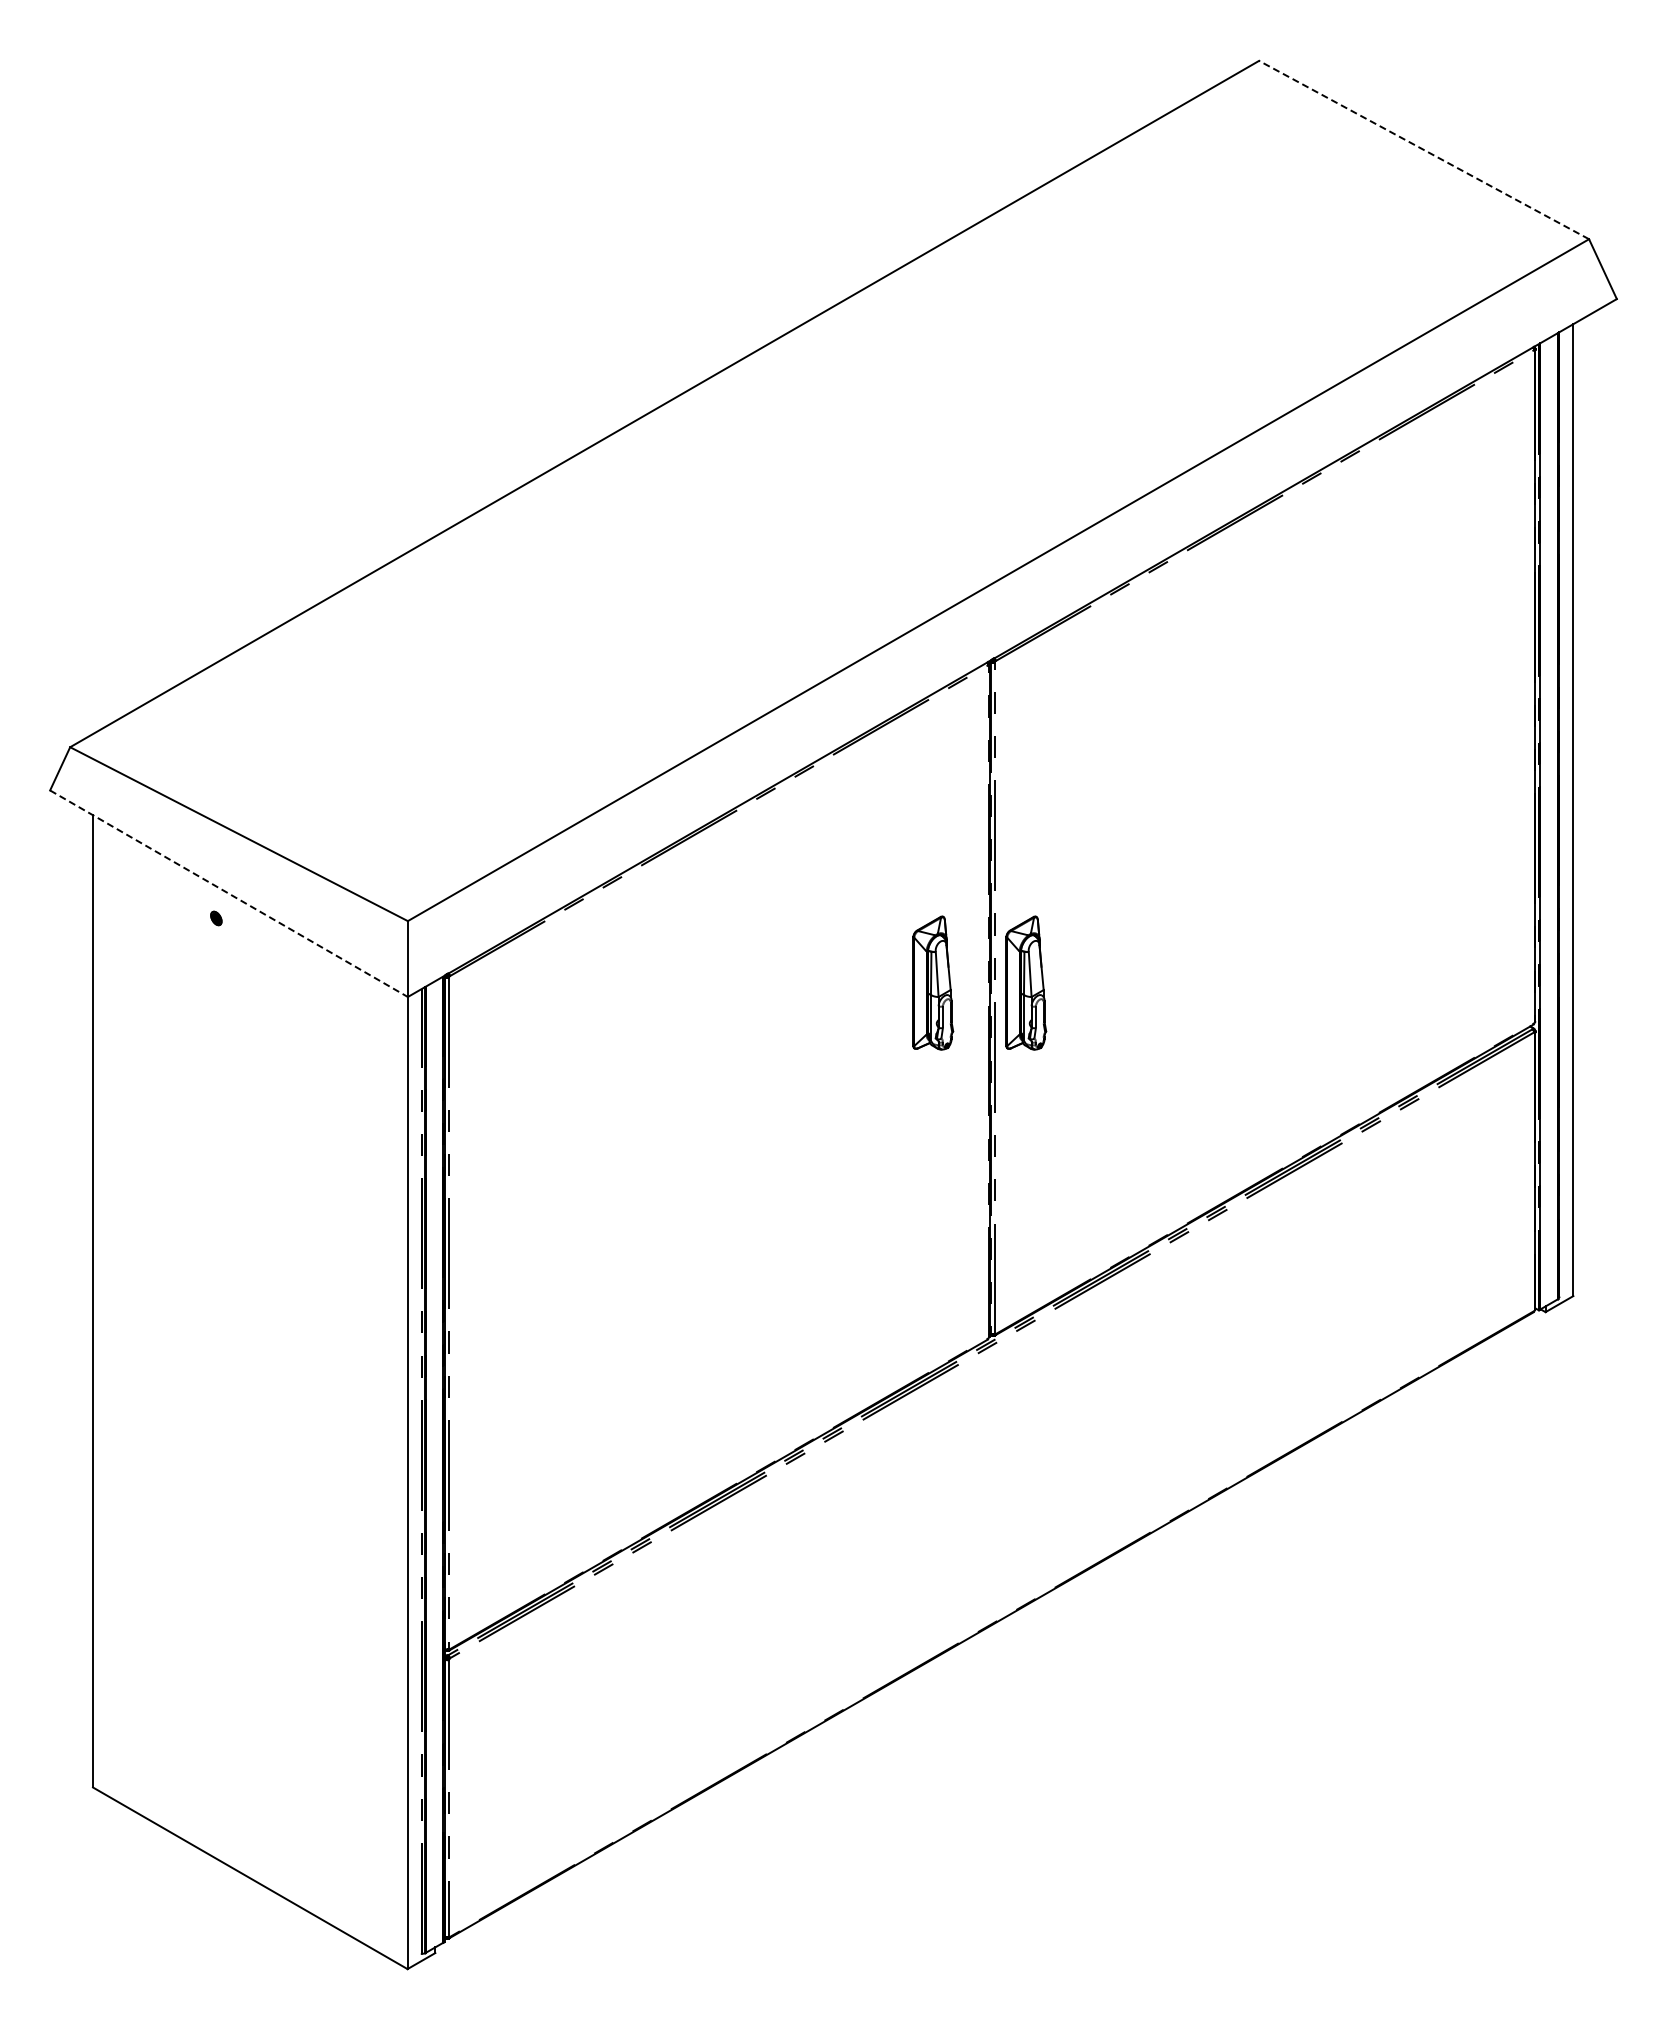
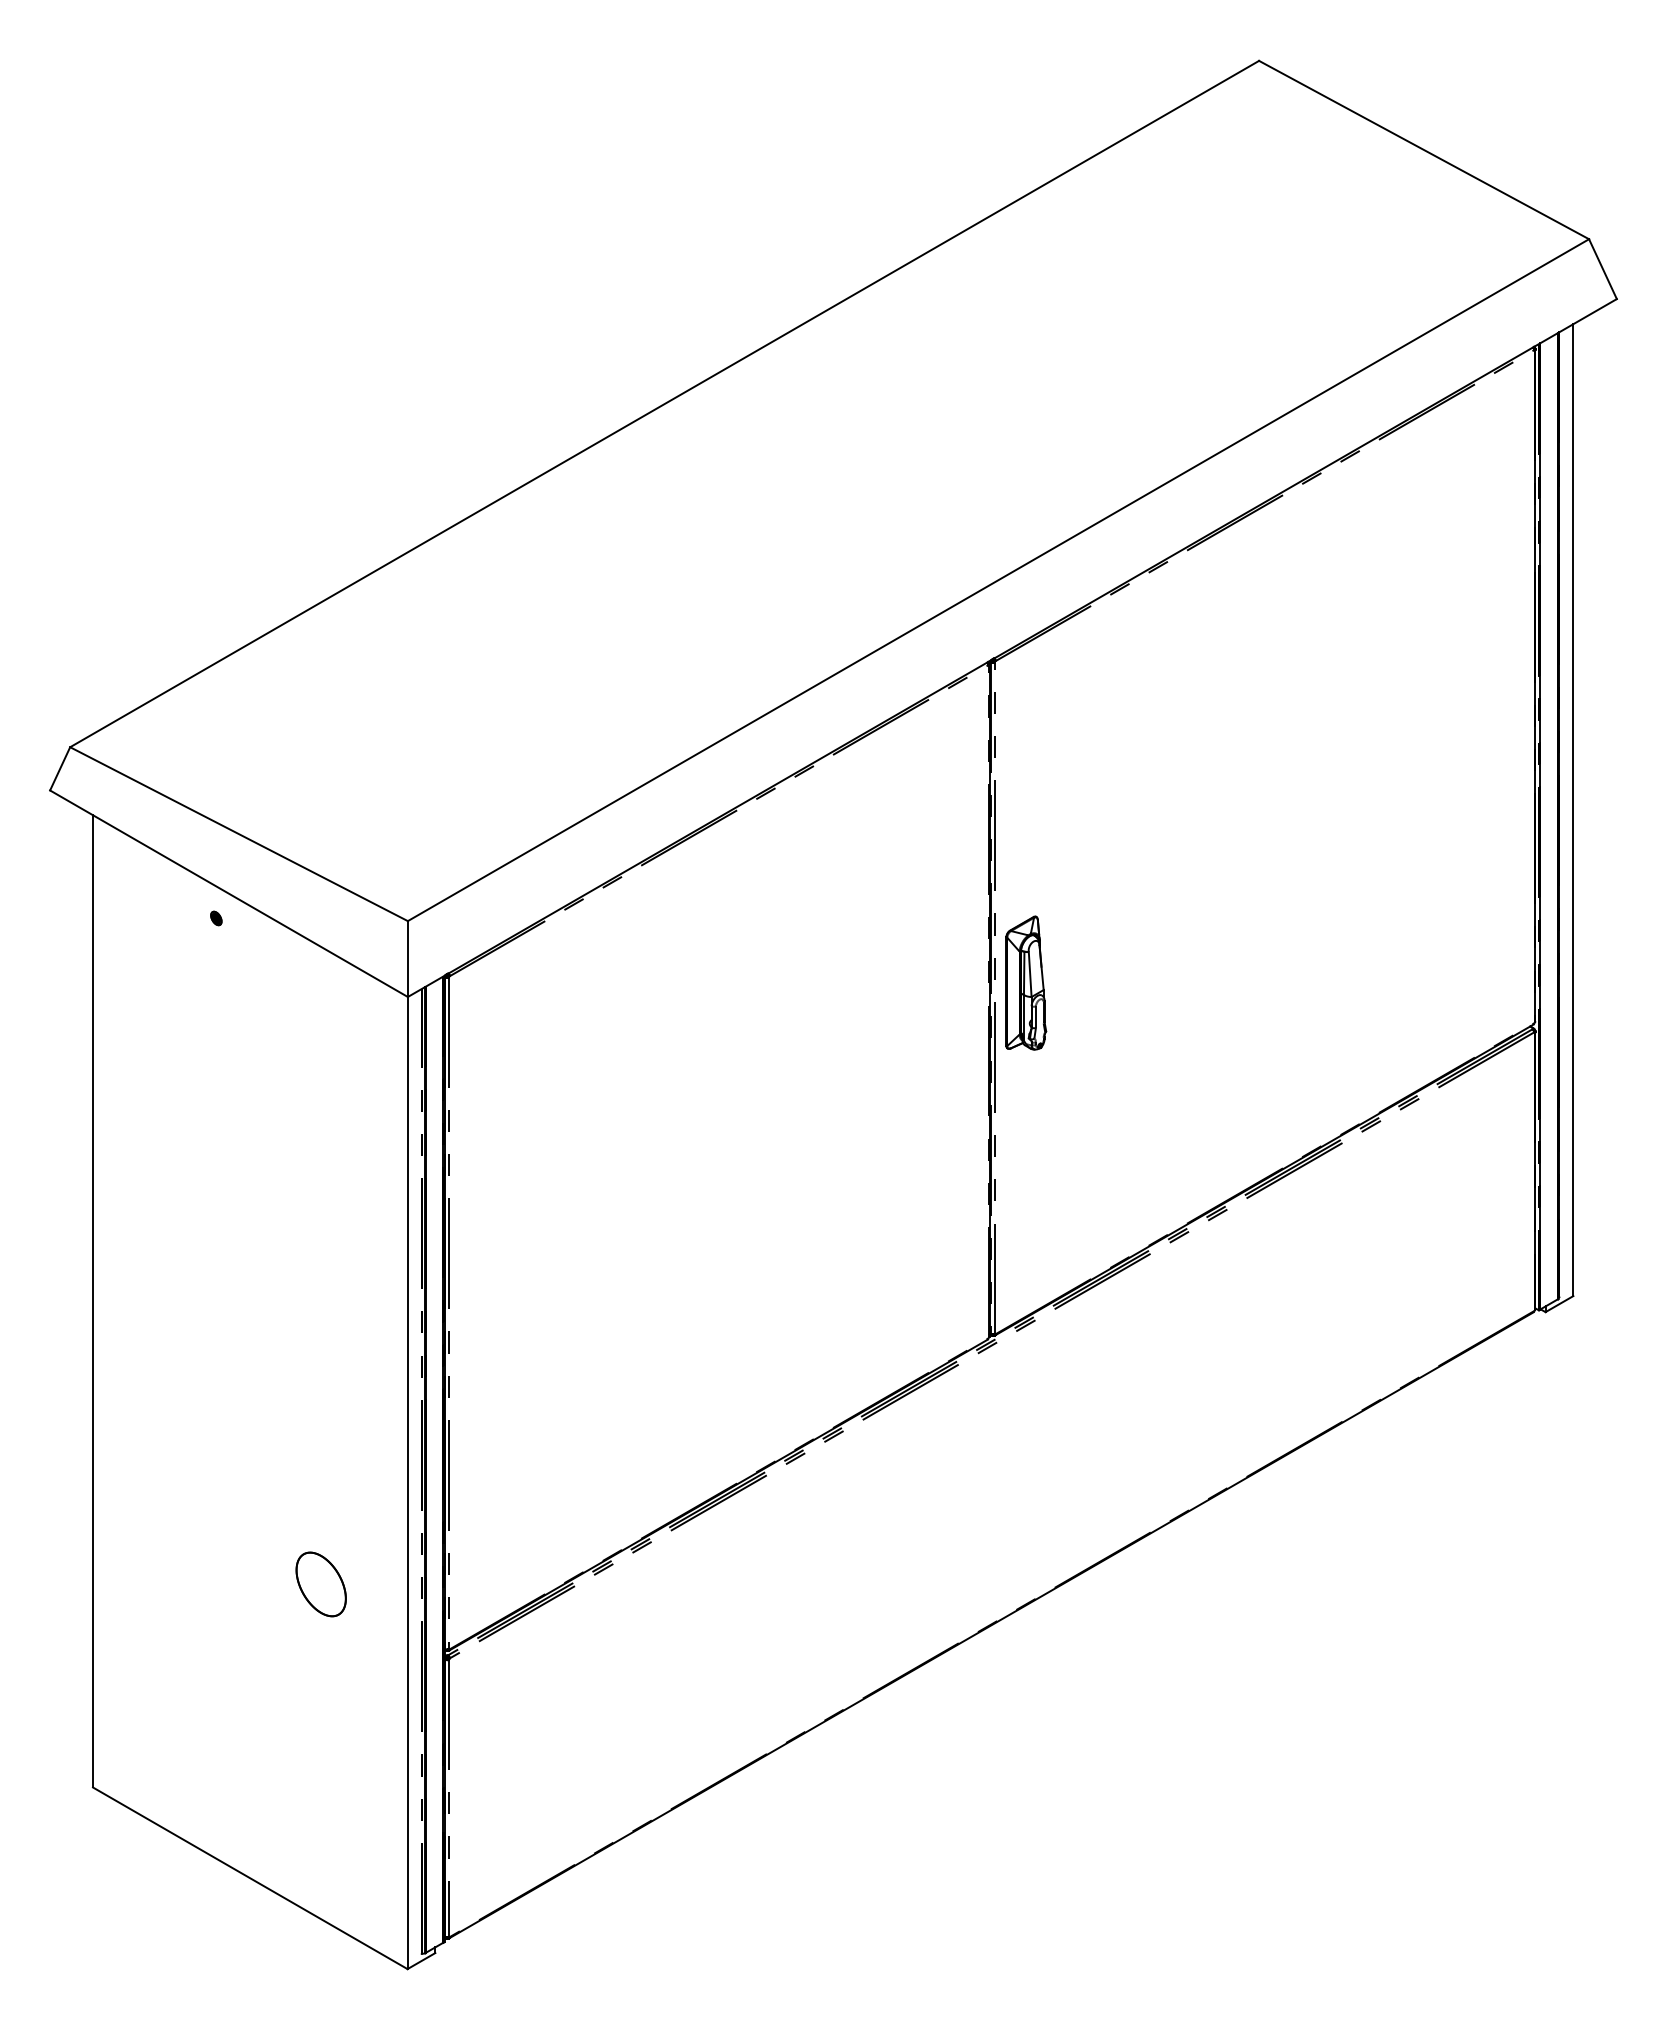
line at (1424, 150): dashed -> solid
line at (229, 893): dashed -> solid
part at (933, 982): present -> none
part at (320, 1584): none -> present
